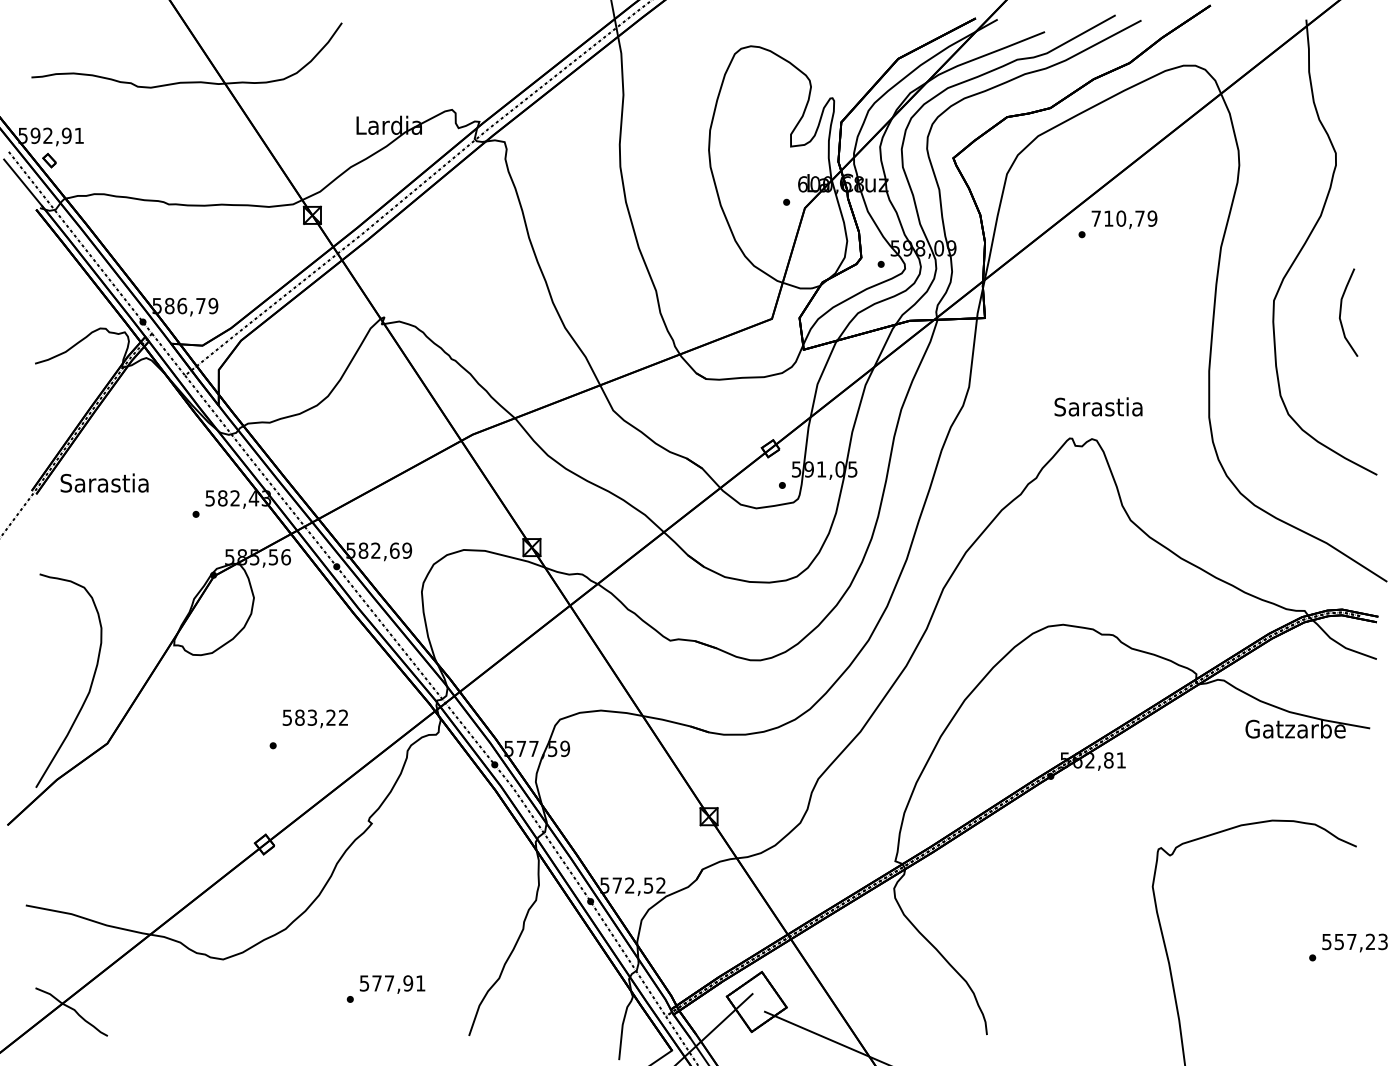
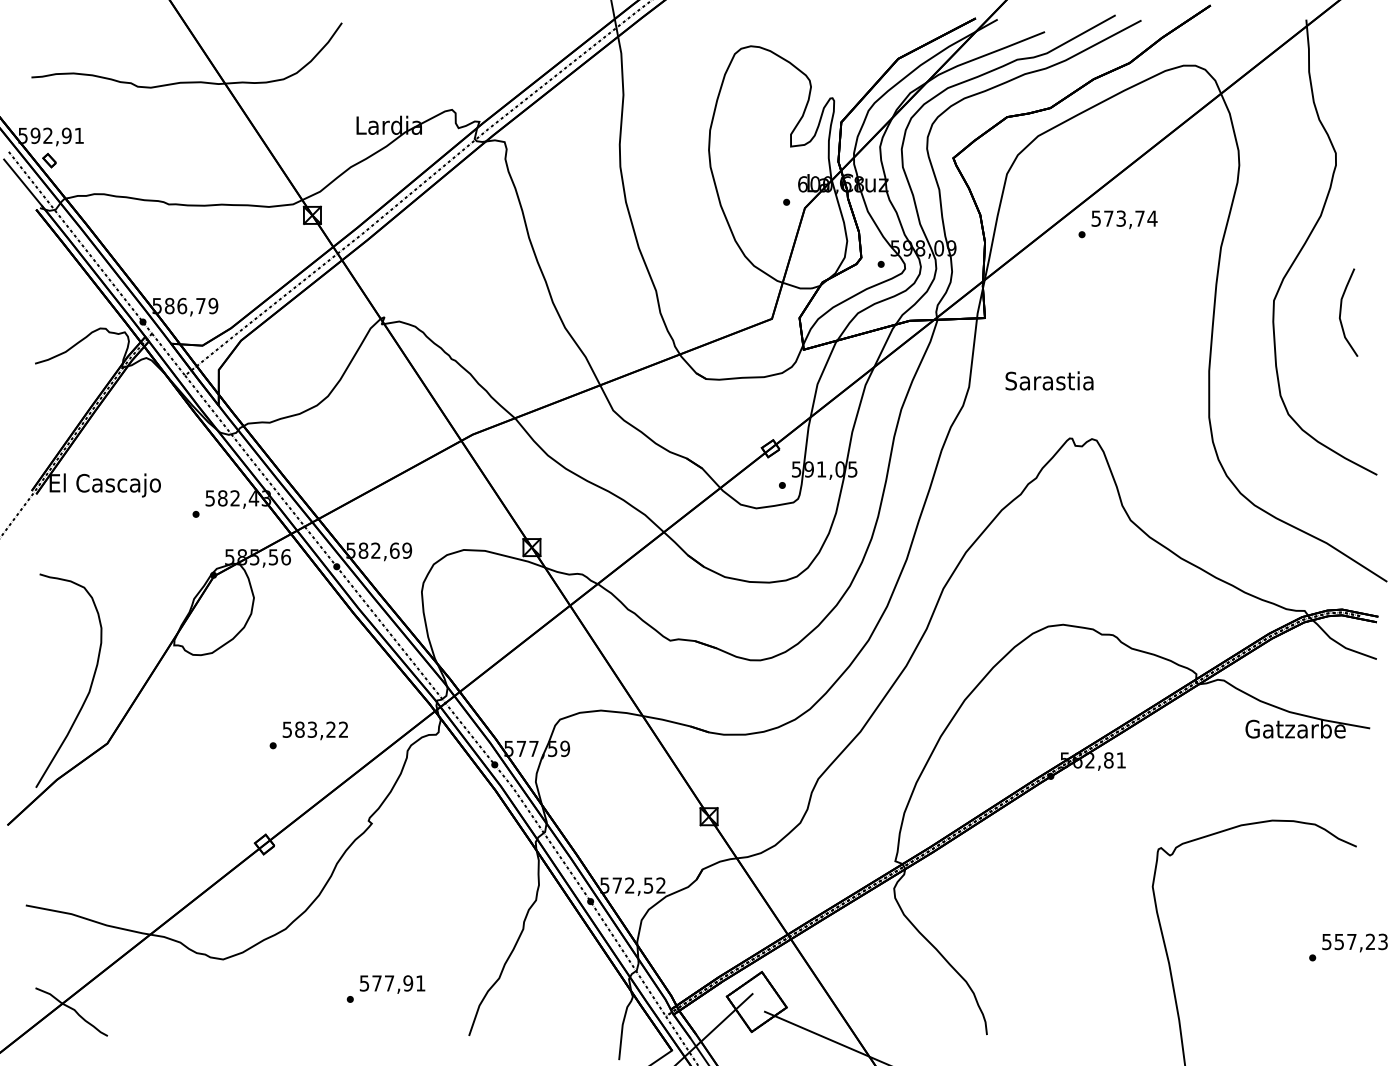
text at (1124, 218): 710,79 -> 573,74
text at (1098, 406) position: (1098, 406) -> (1049, 380)
text at (104, 485): Sarastia -> El Cascajo
text at (314, 718) position: (314, 718) -> (314, 730)
